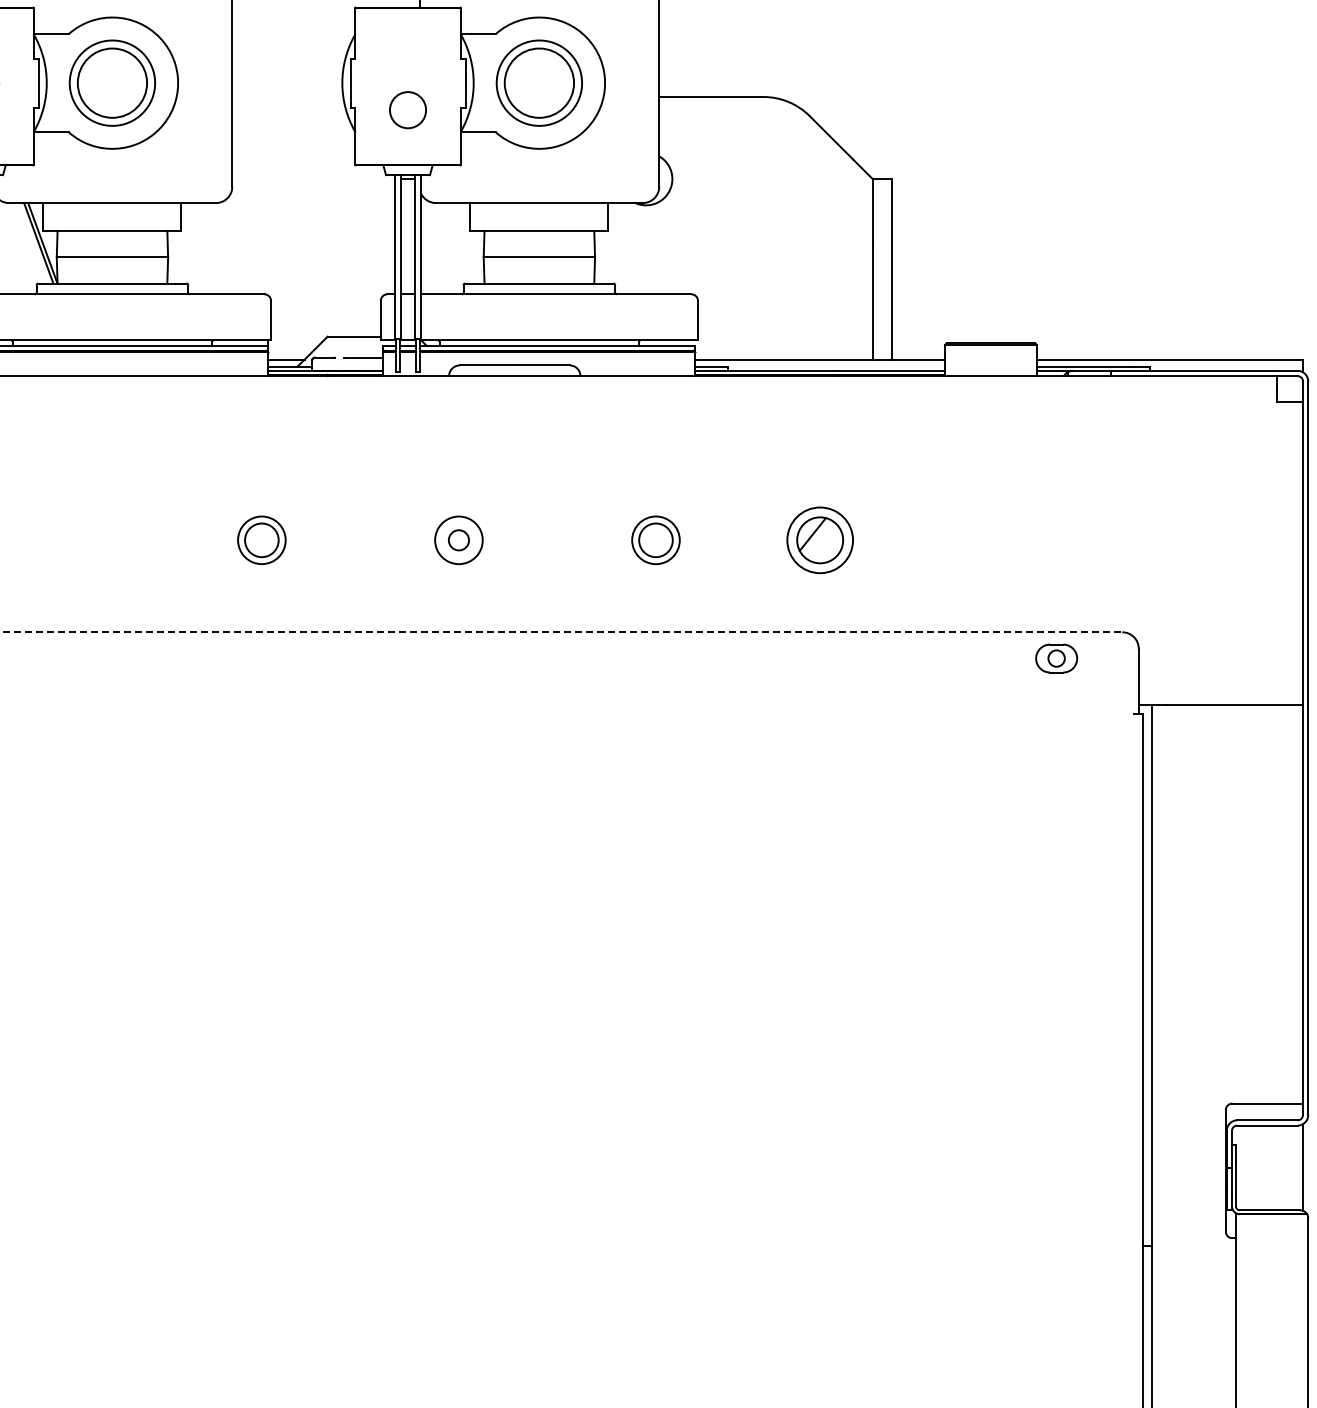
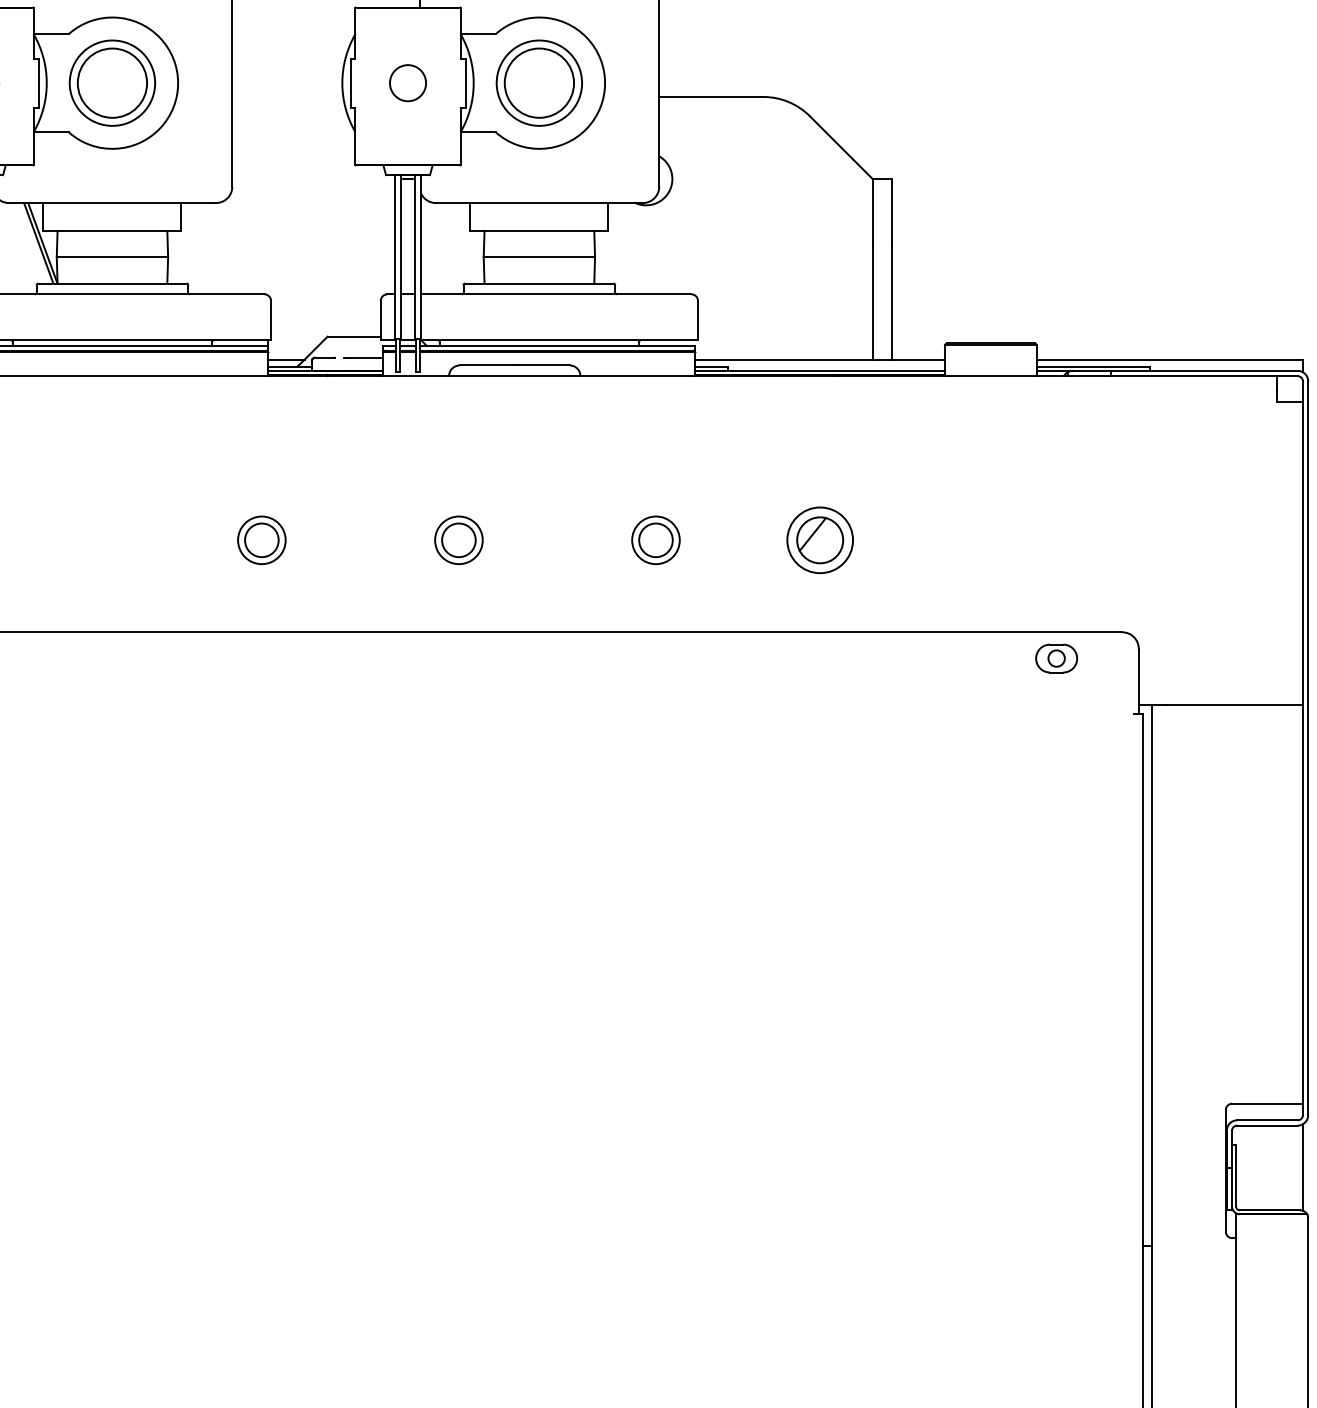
circle at (407, 110) position: (407, 110) -> (407, 83)
circle at (458, 540) diameter: 20 px -> 34 px
line at (561, 632): dashed -> solid
